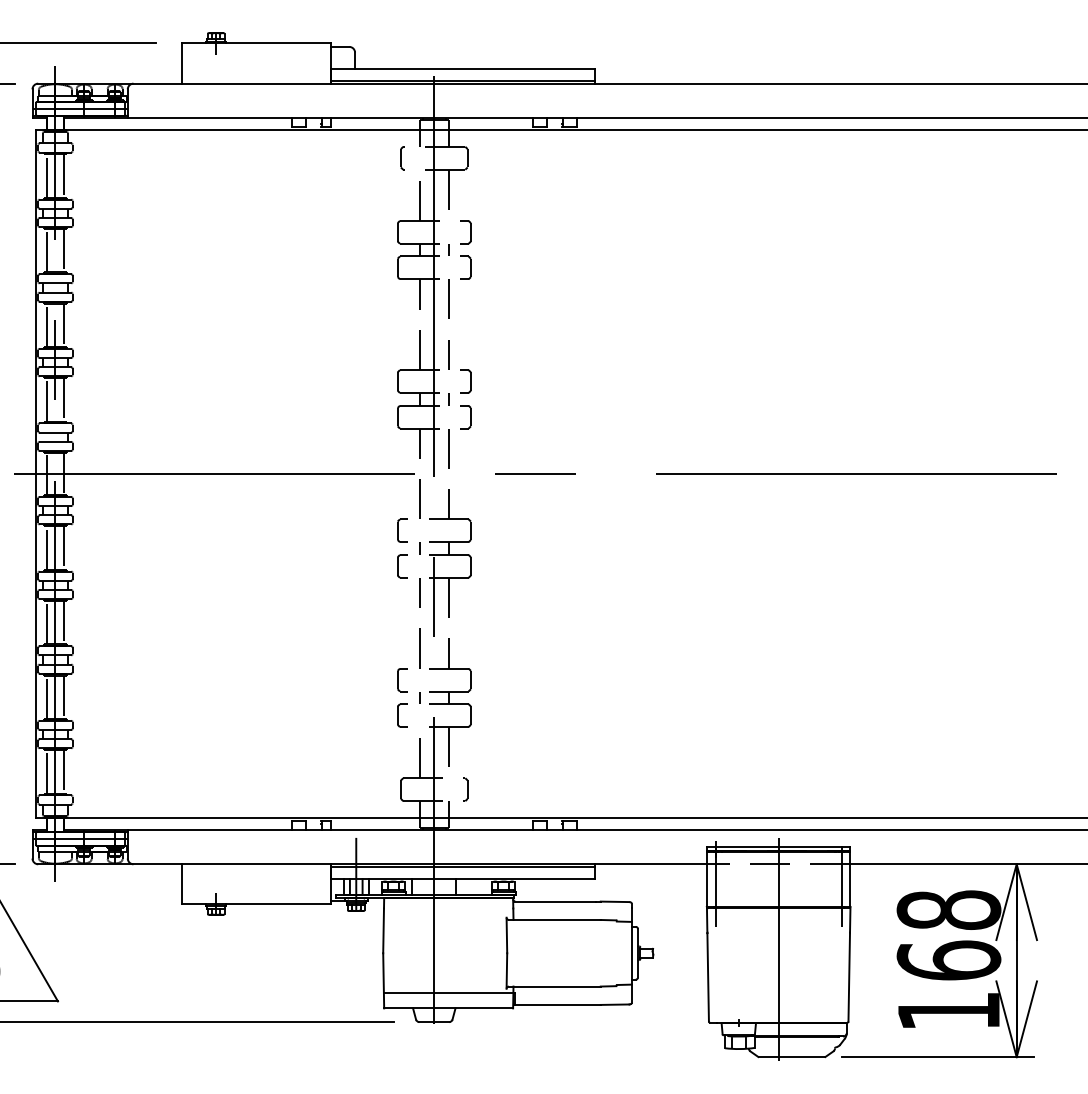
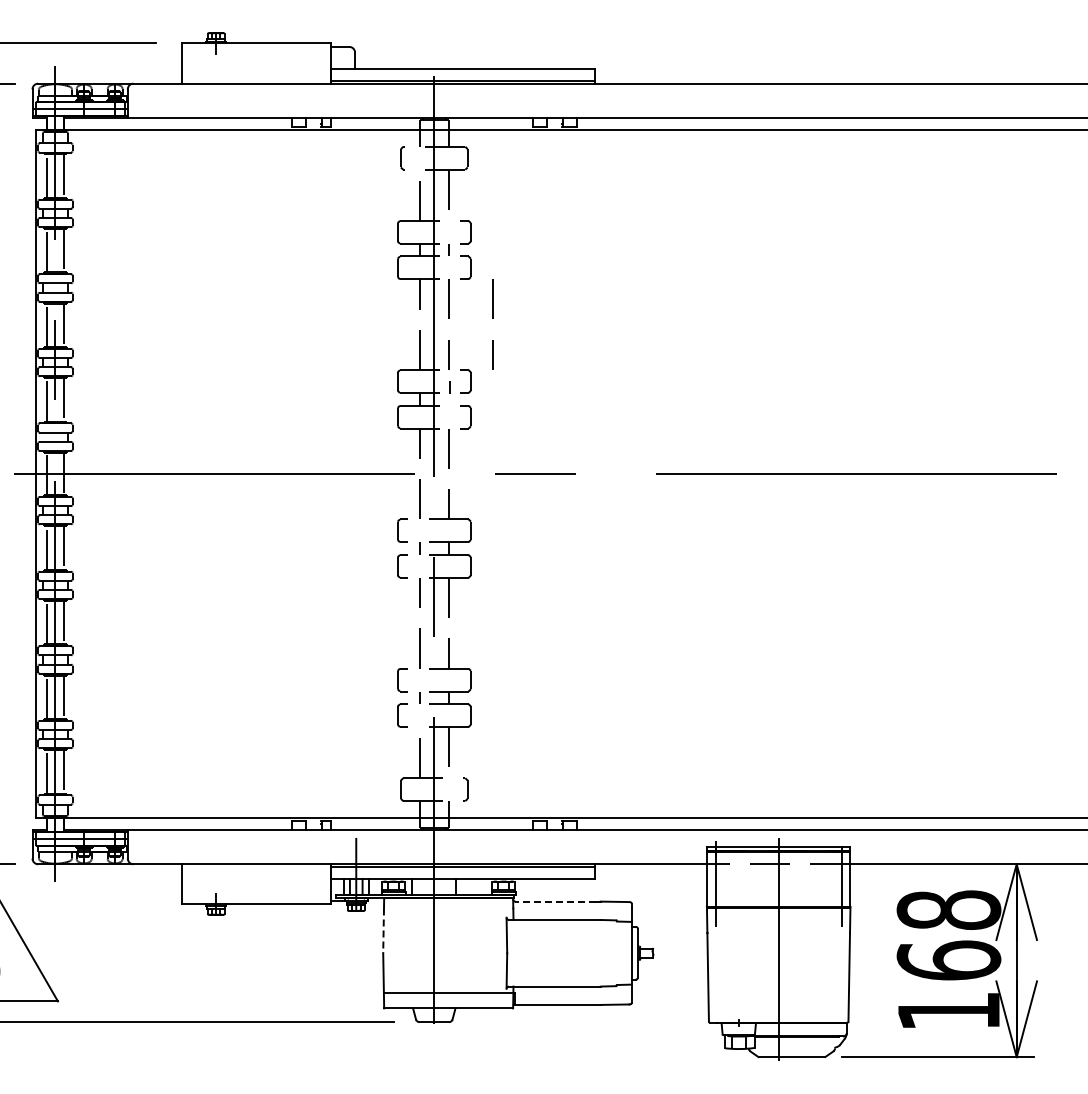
line at (492, 318): none -> present
line at (448, 399) position: (448, 399) -> (449, 387)
line at (555, 901): solid -> dashed
line at (383, 931): solid -> dashed
